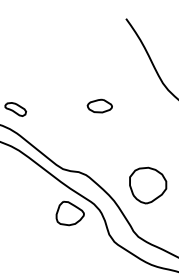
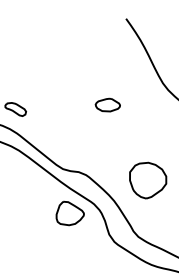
part at (99, 105) position: (99, 105) -> (107, 104)
part at (148, 185) position: (148, 185) -> (148, 180)
